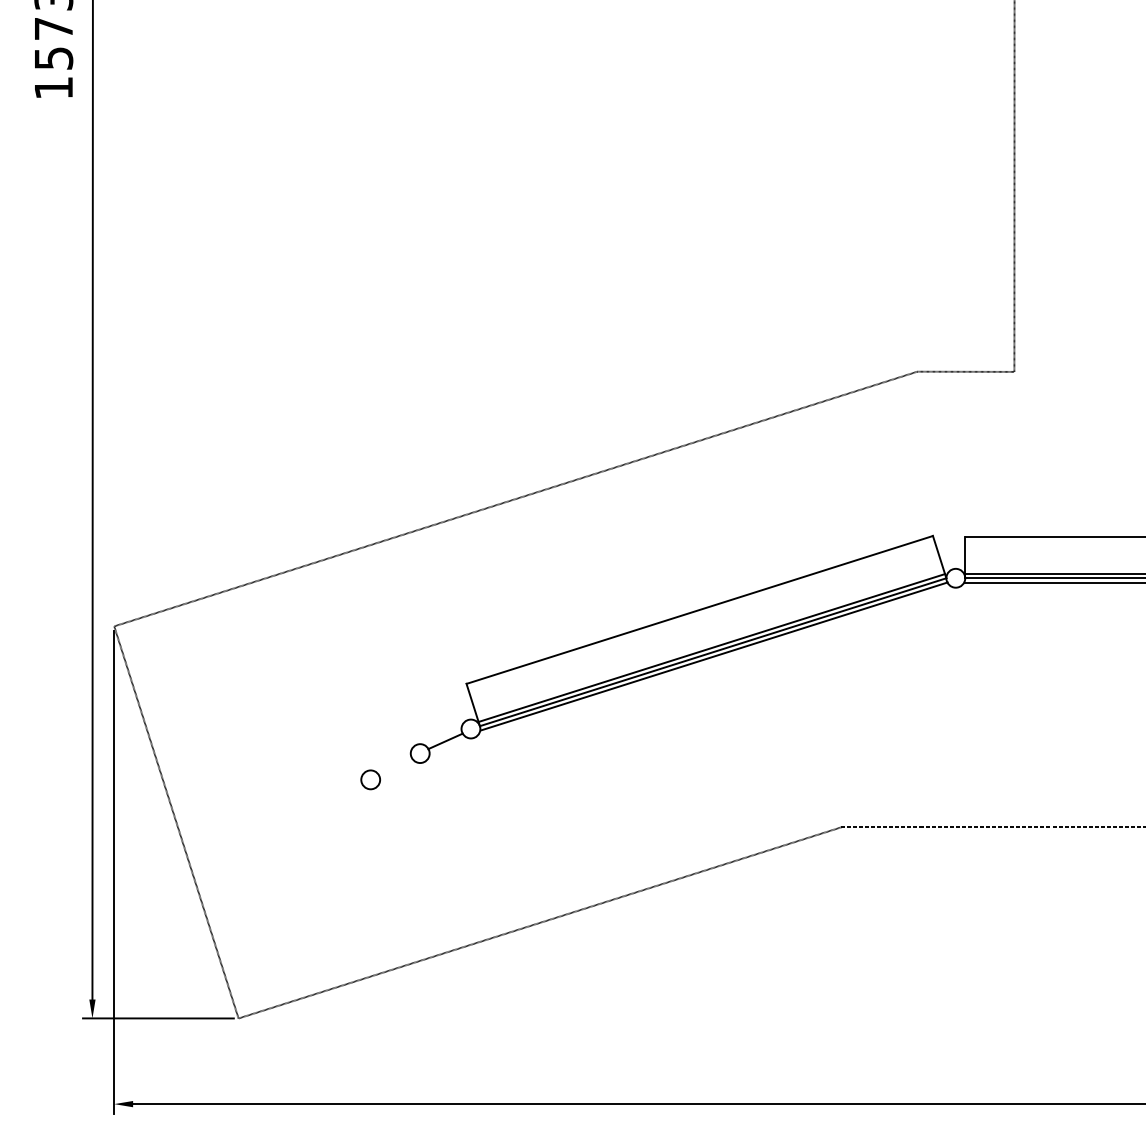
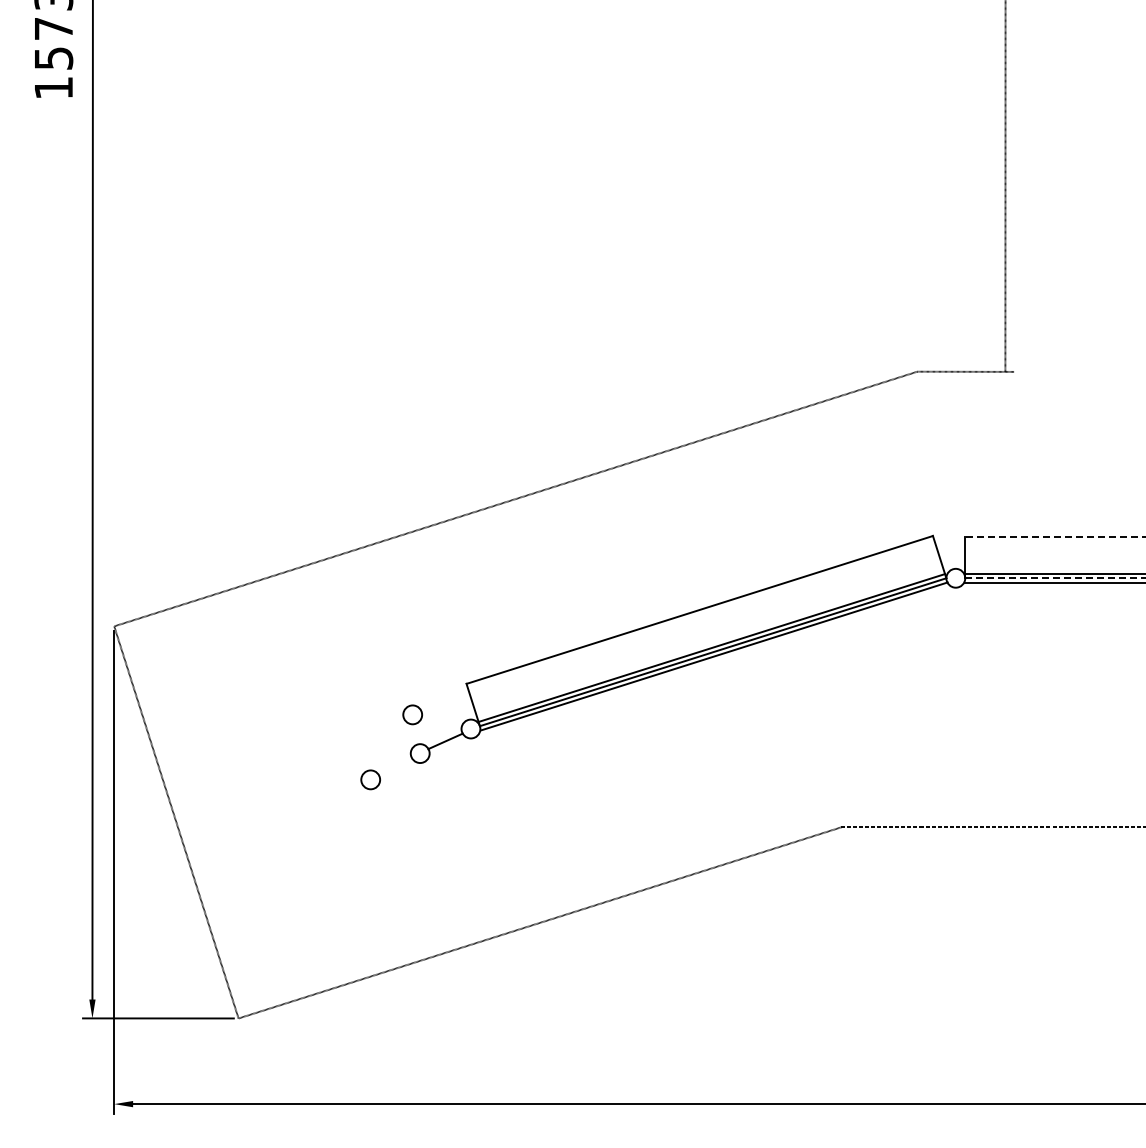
line at (1014, 186) position: (1014, 186) -> (1005, 186)
line at (1055, 537): solid -> dashed
line at (1055, 578): solid -> dashed
circle at (412, 714): none -> present
